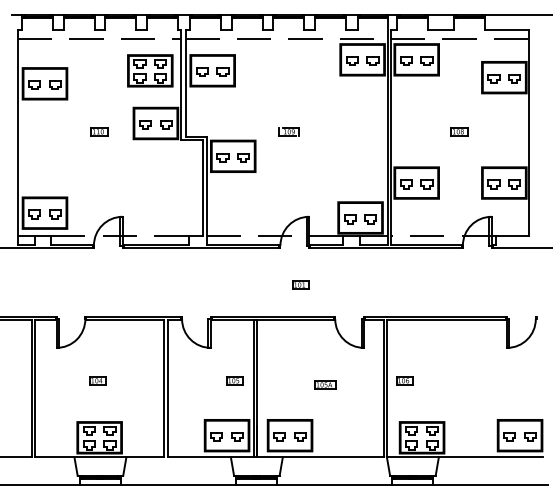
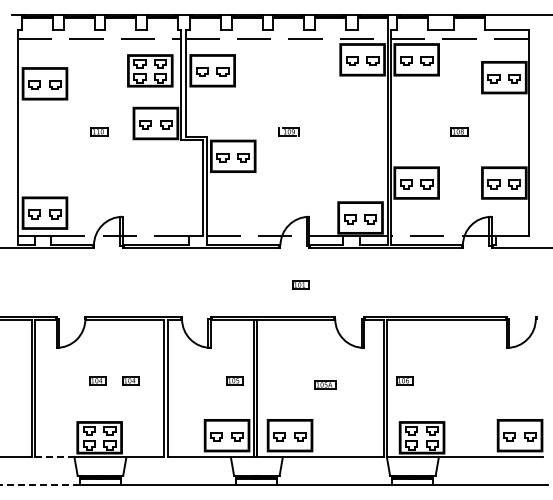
part at (130, 380): none -> present
line at (54, 457): solid -> dashed
line at (40, 484): solid -> dashed
